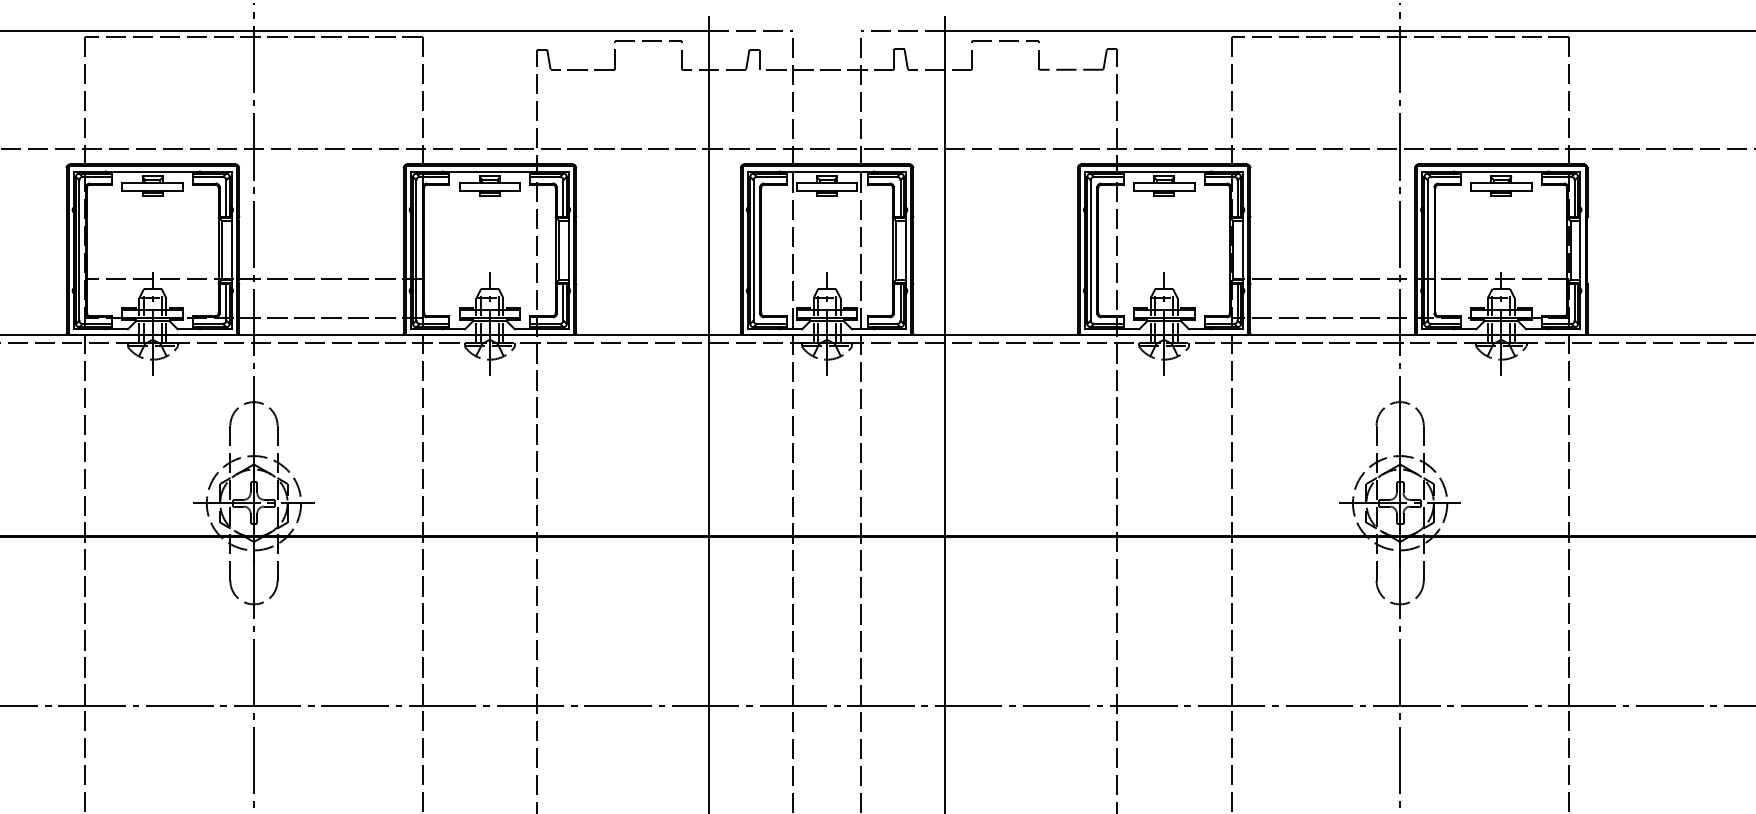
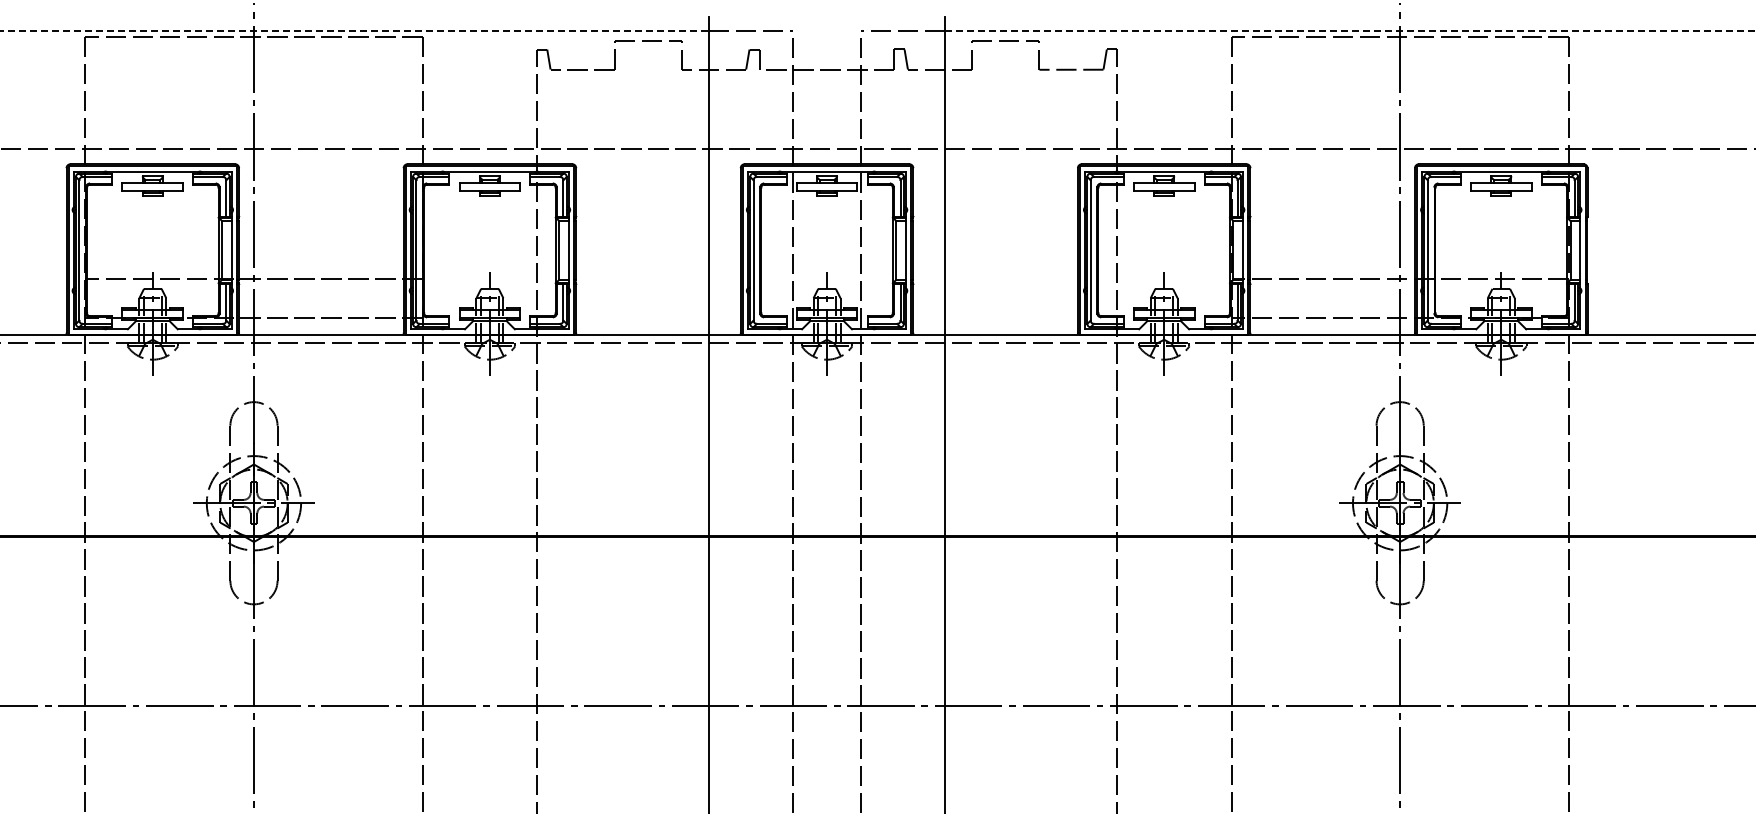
line at (355, 31): solid -> dashed
line at (1351, 31): solid -> dashed
